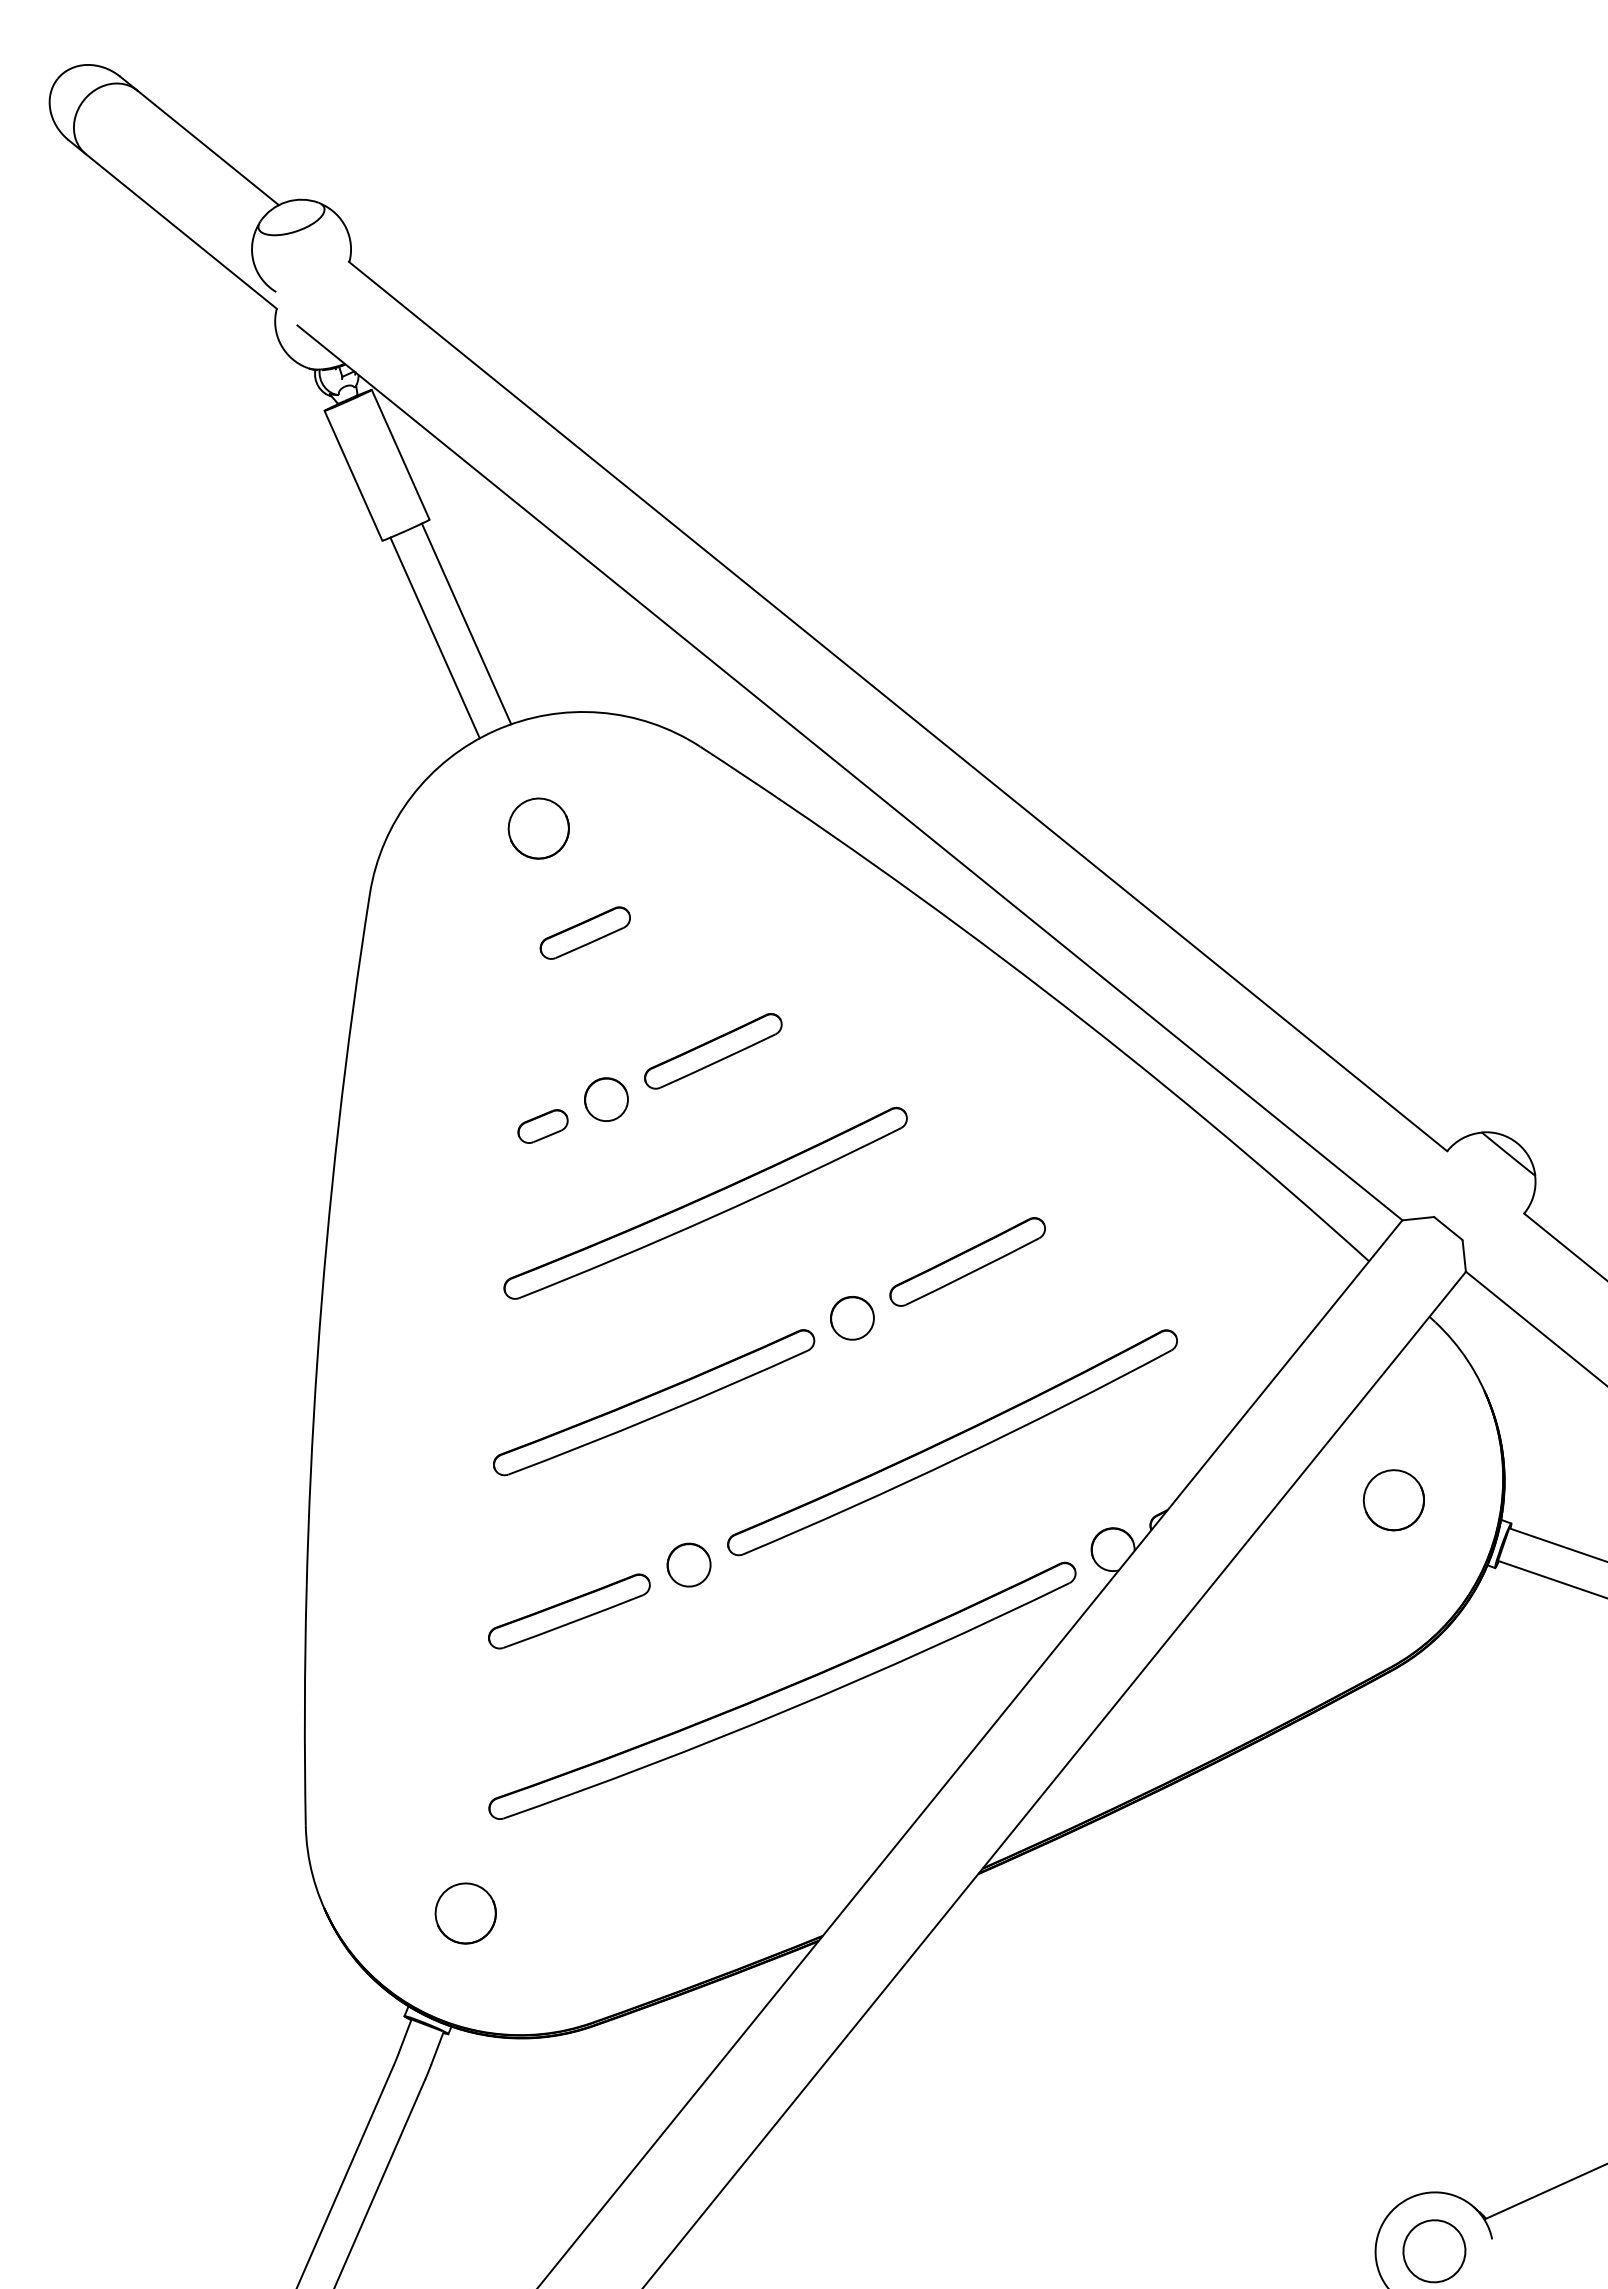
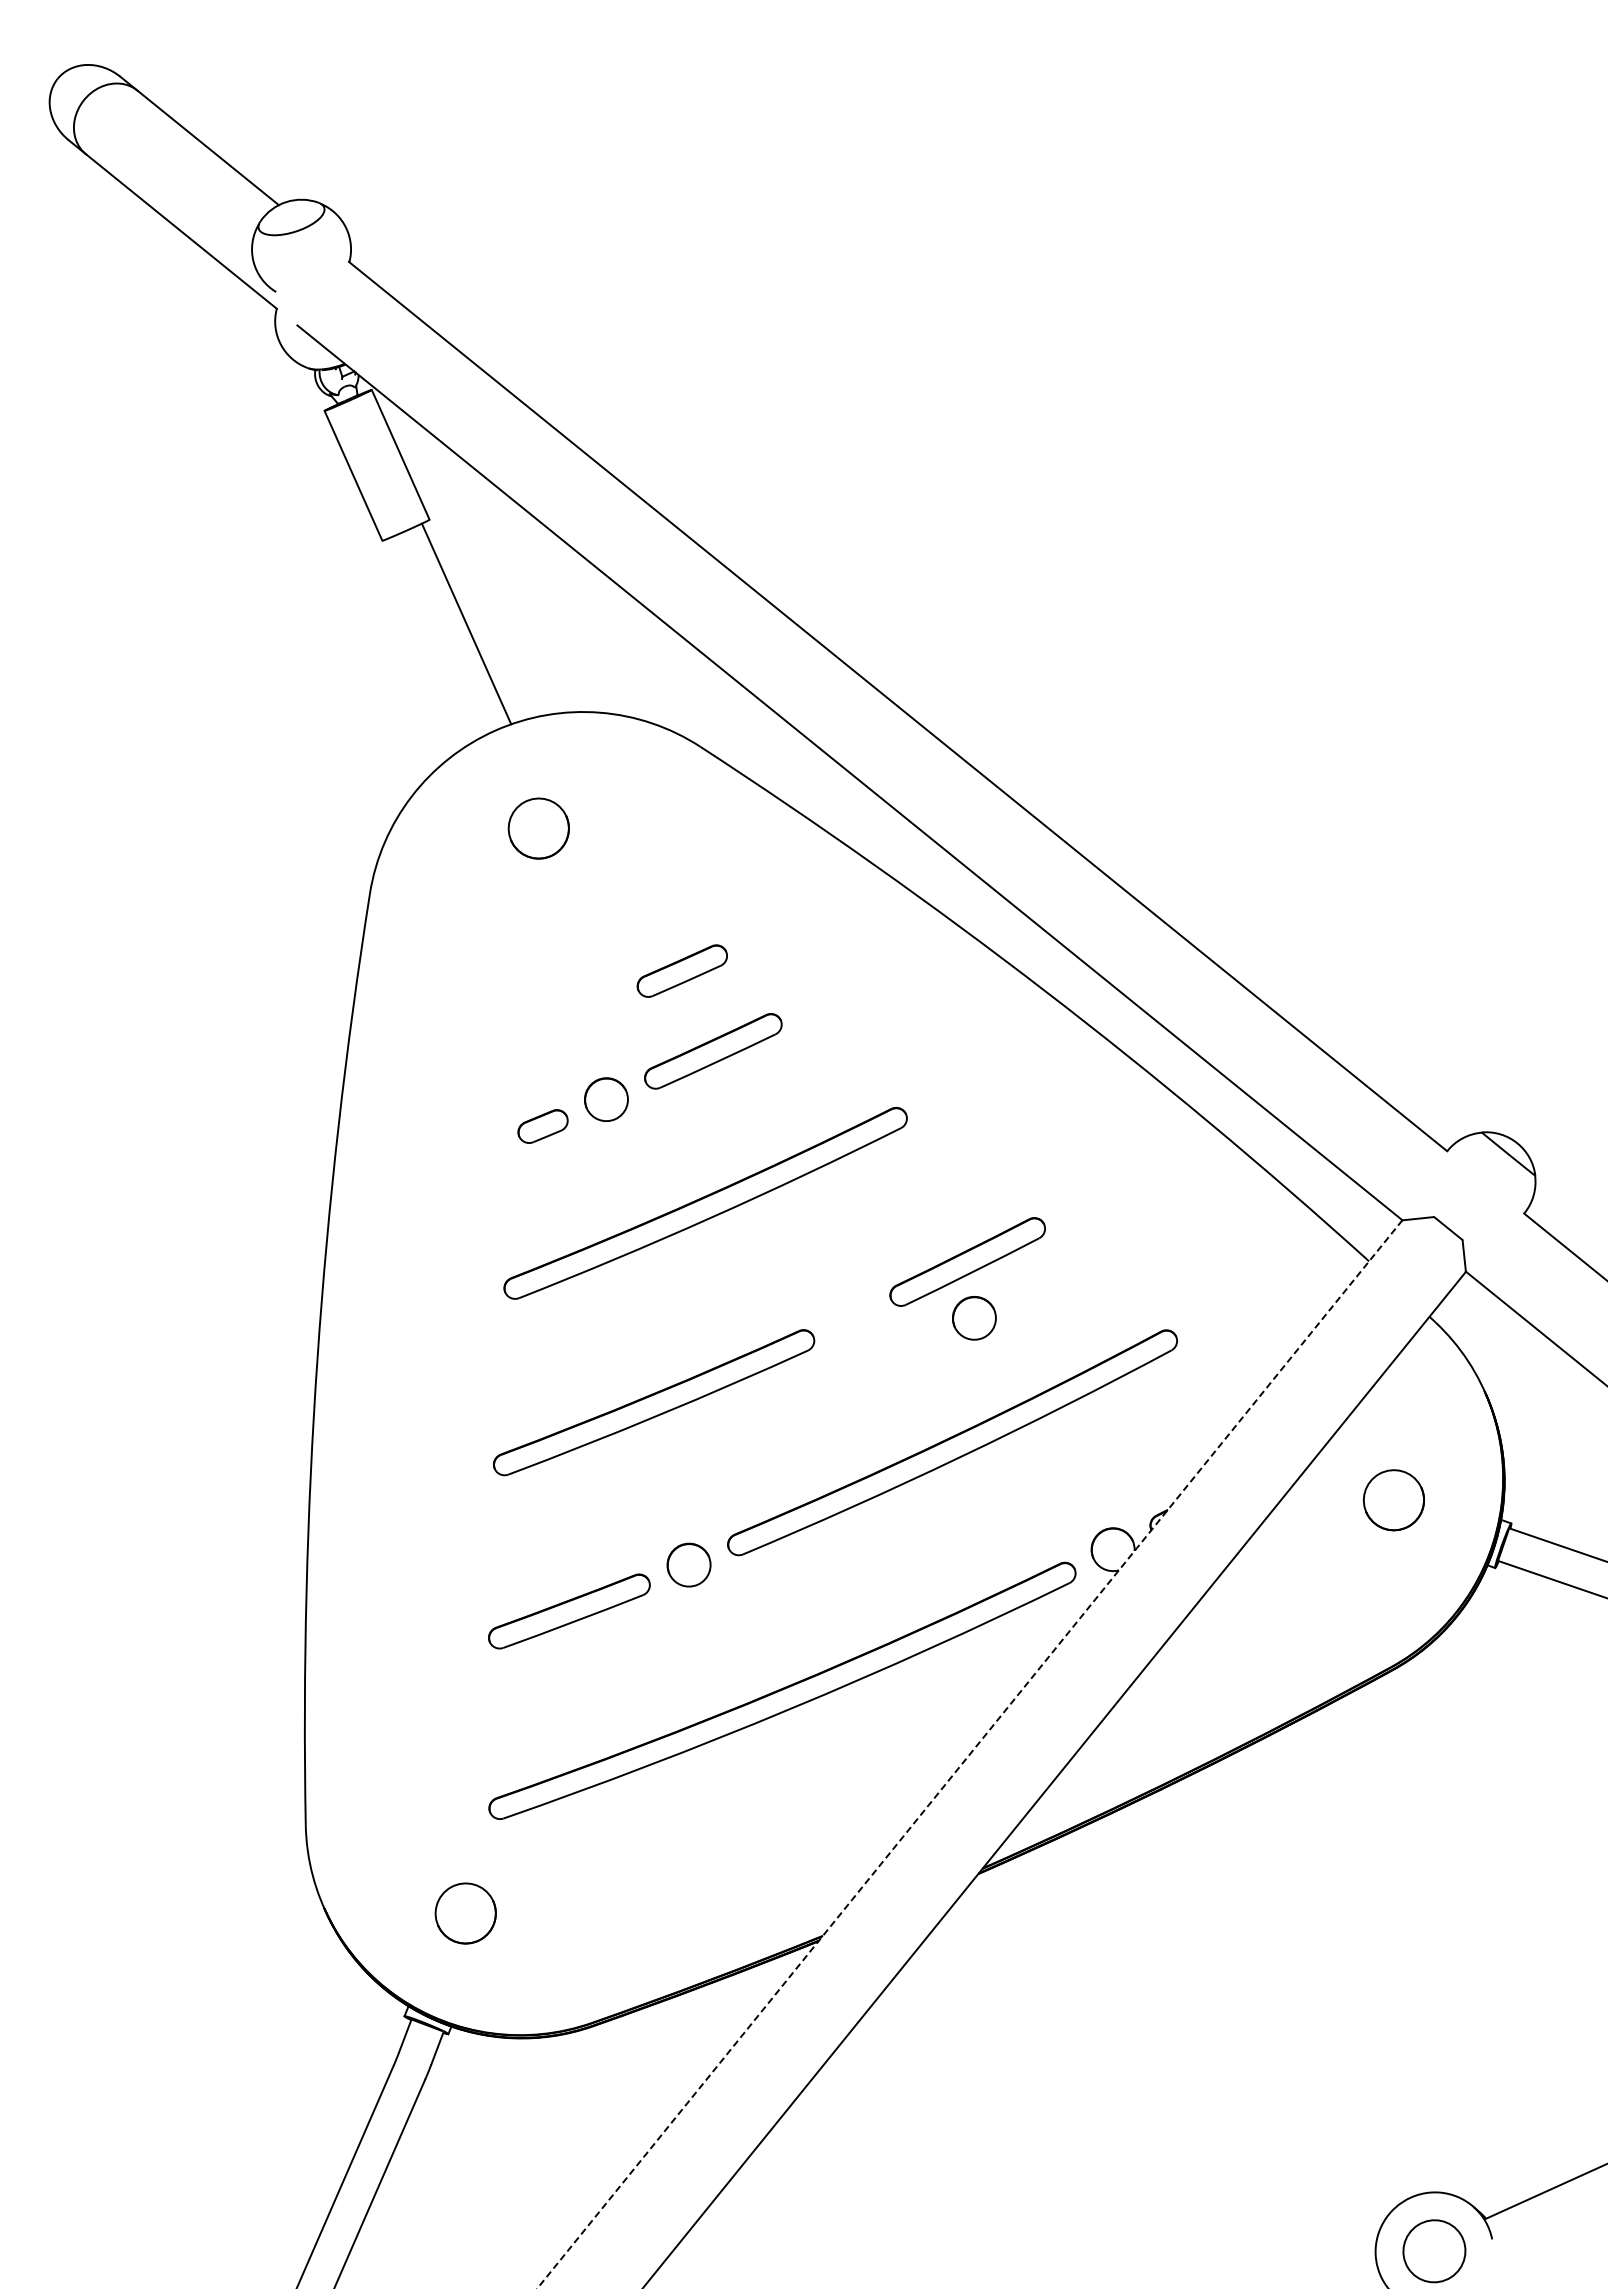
line at (434, 637): present -> none
part at (584, 932) position: (584, 932) -> (681, 970)
part at (852, 1318) position: (852, 1318) -> (974, 1318)
line at (970, 1754): solid -> dashed
